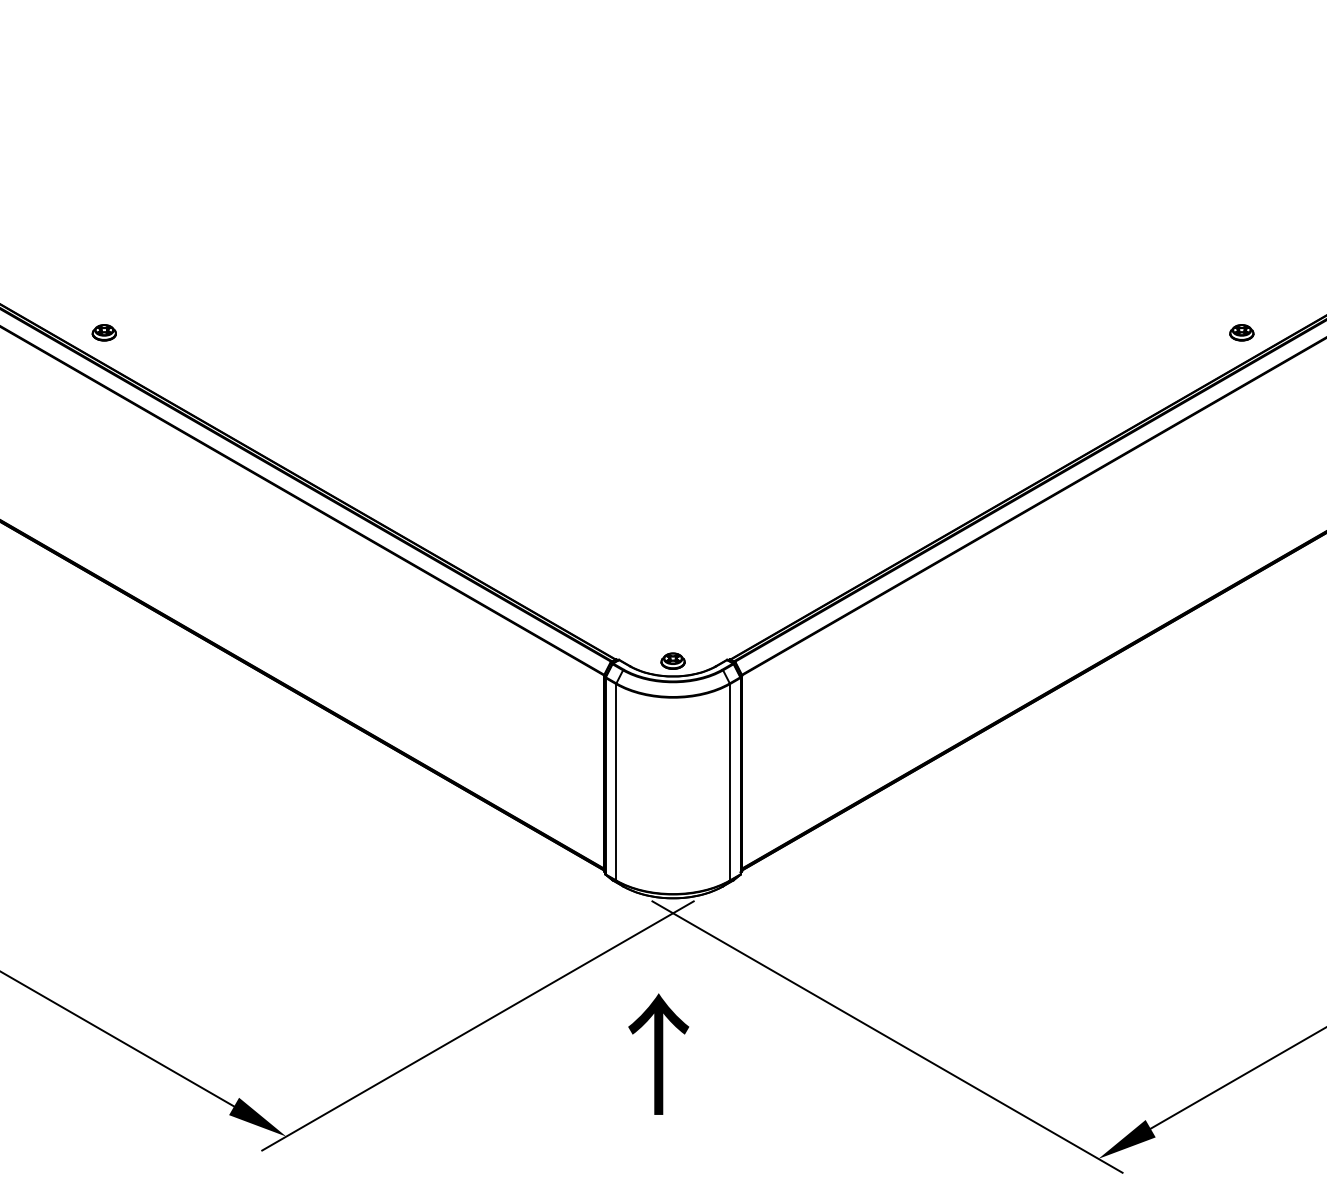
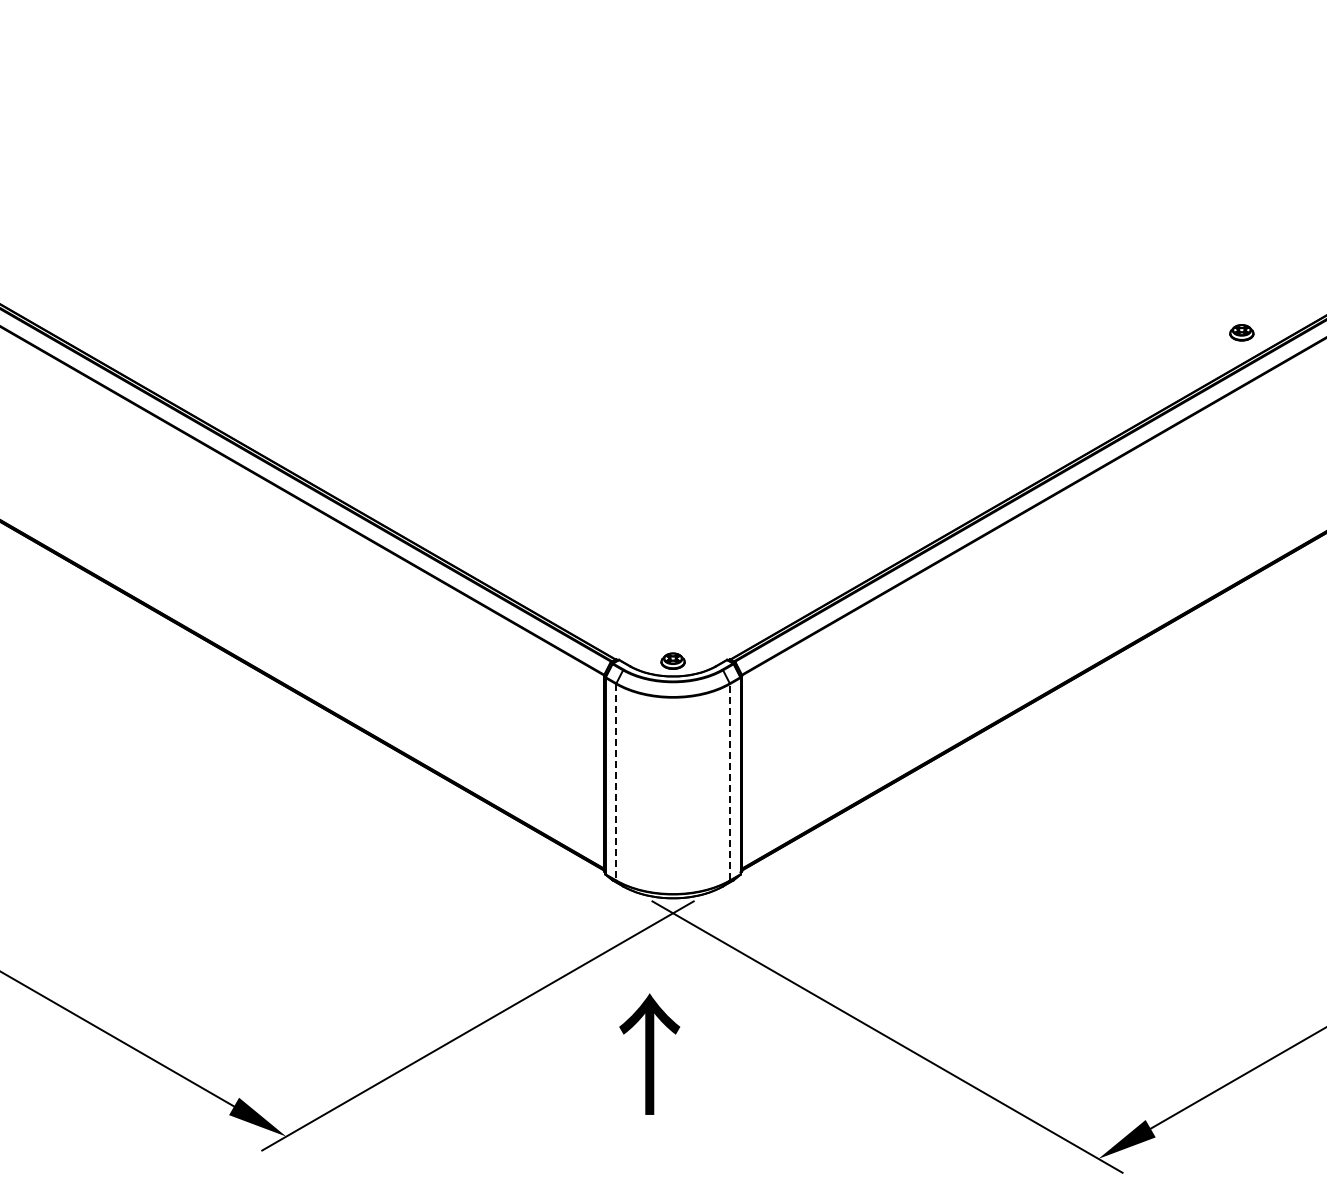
part at (103, 332): present -> none
line at (729, 781): solid -> dashed
line at (616, 782): solid -> dashed
text at (658, 1053) position: (658, 1053) -> (649, 1053)
